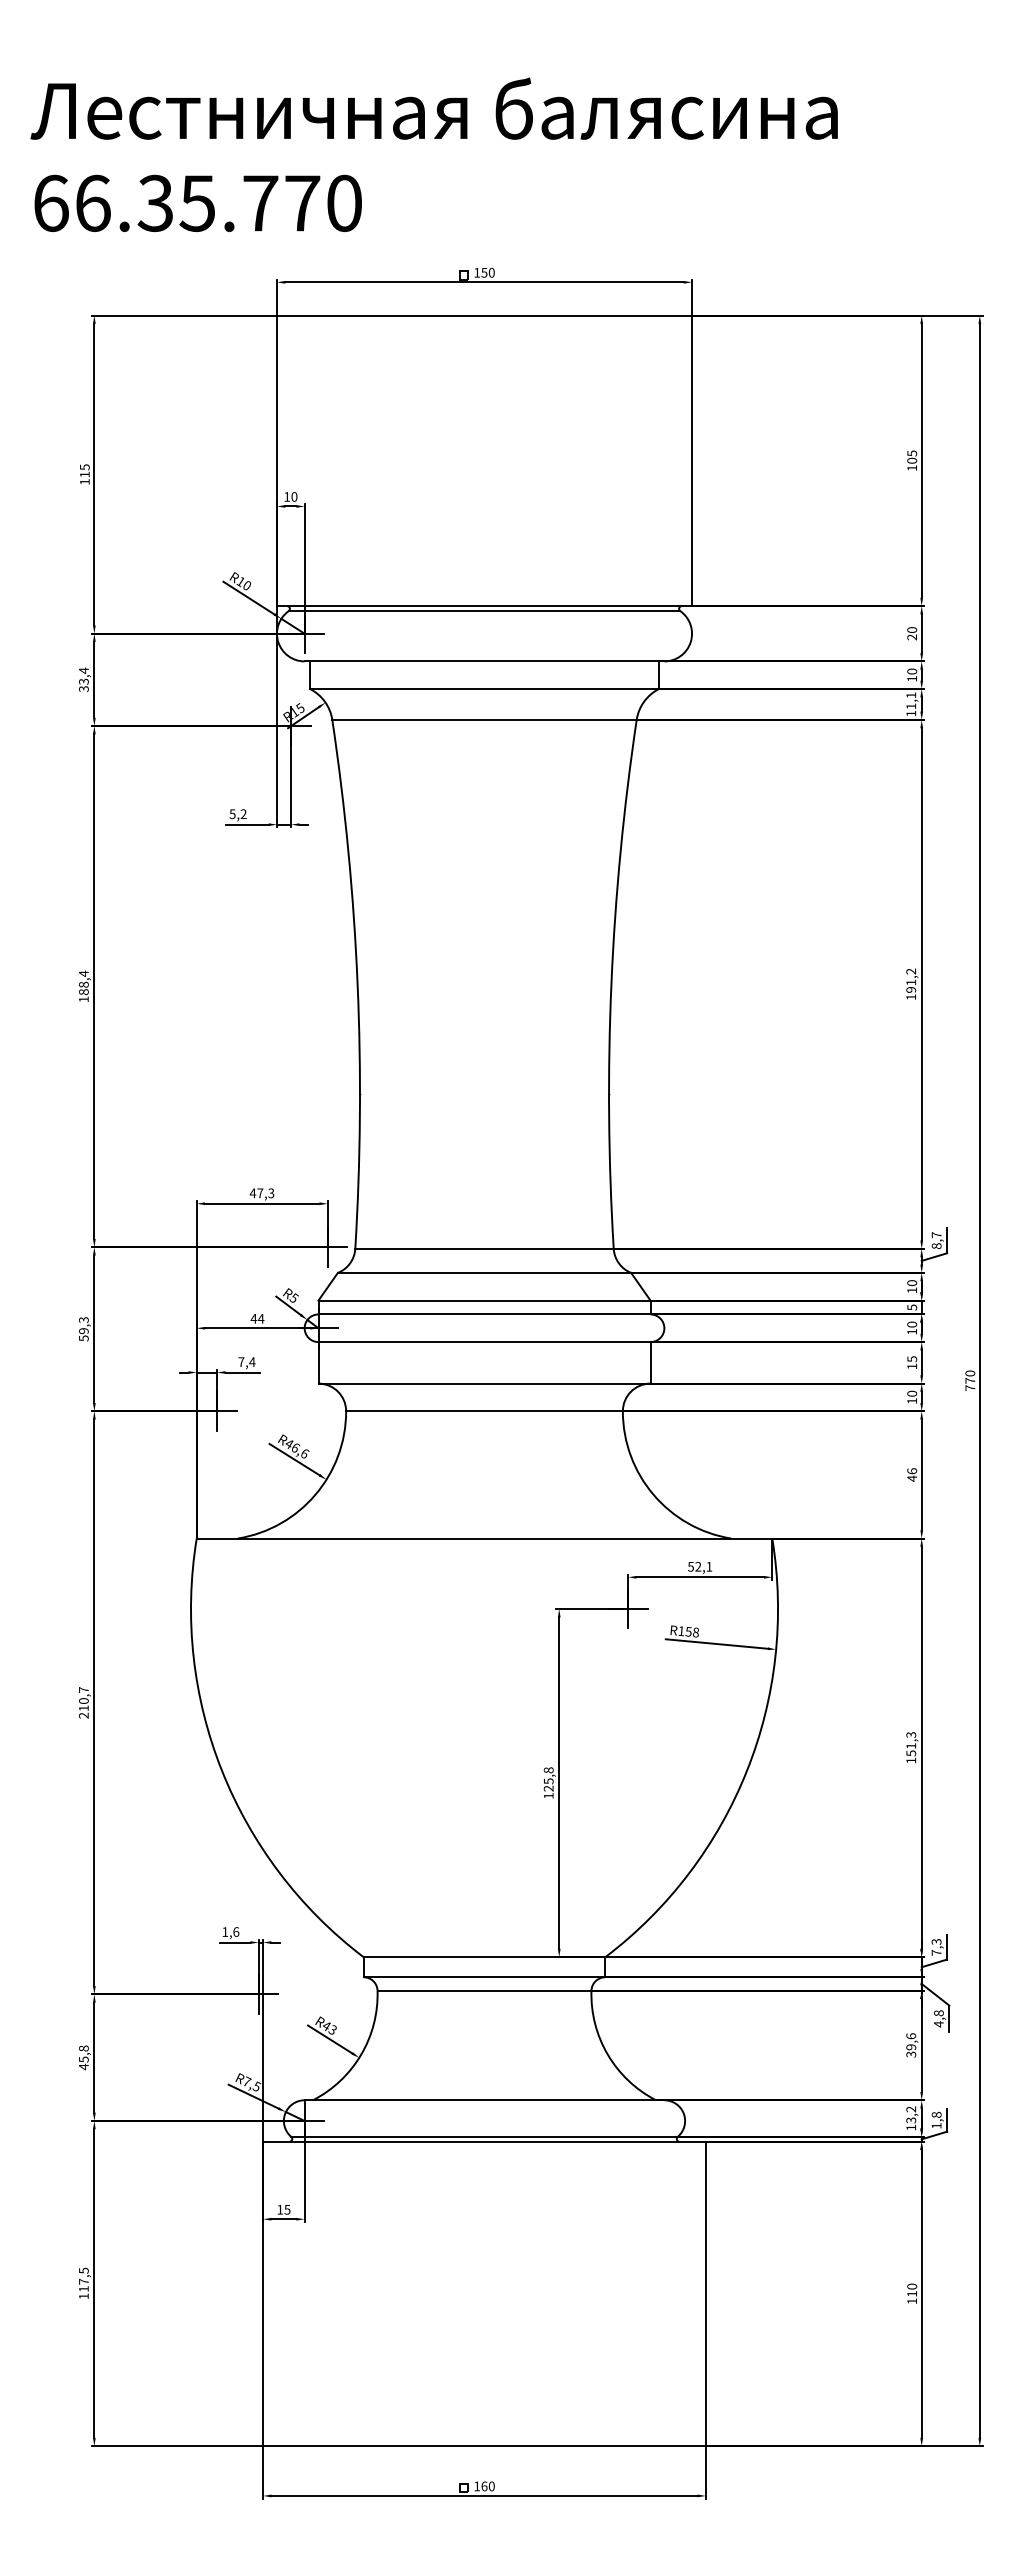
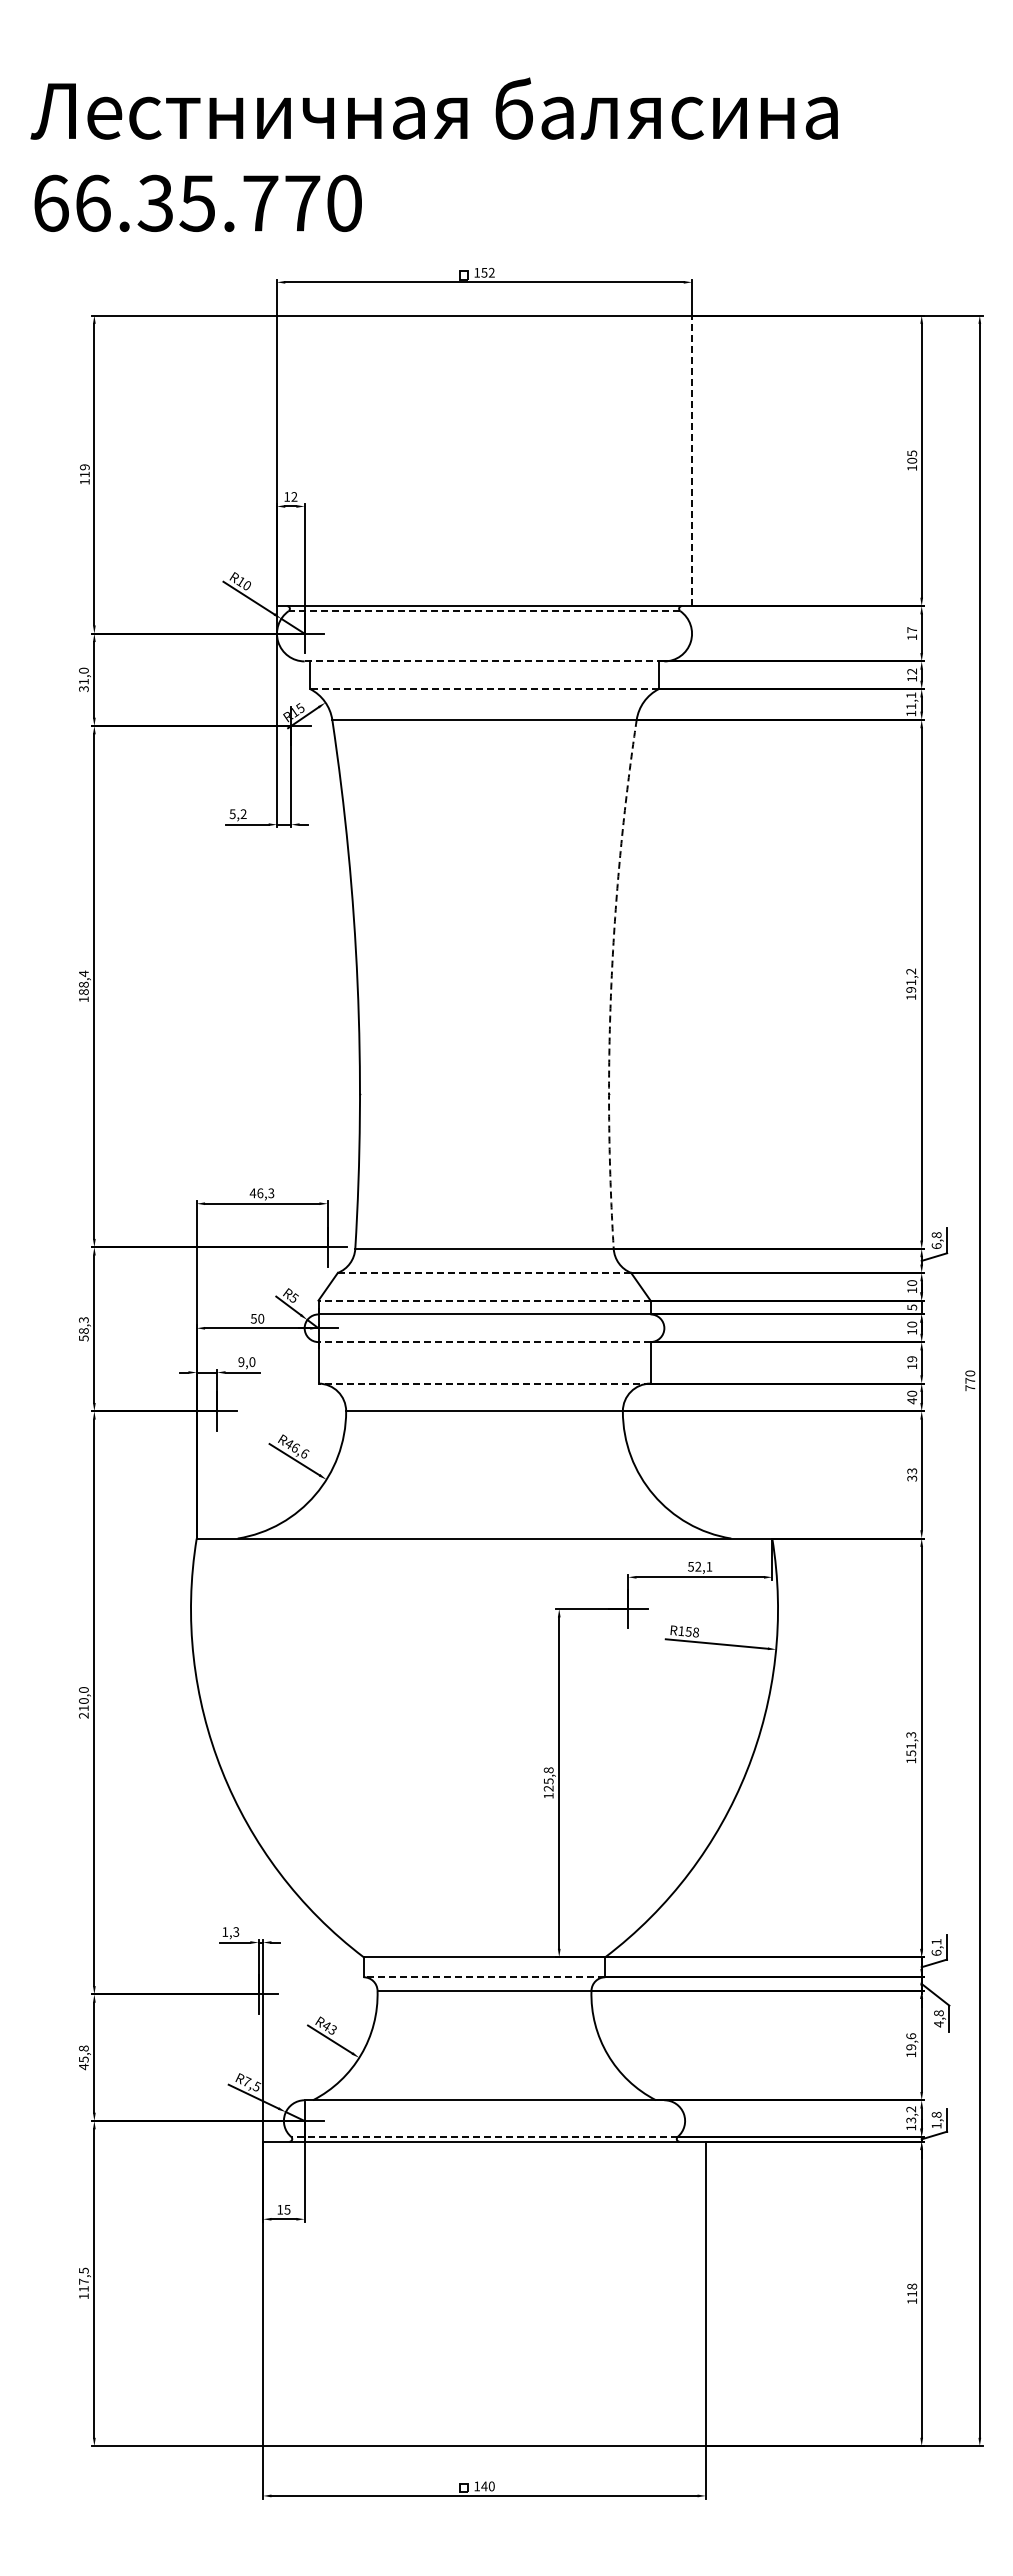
text at (491, 272): 150 -> 152
line at (692, 460): solid -> dashed
text at (84, 467): 115 -> 119
text at (294, 496): 10 -> 12
line at (484, 611): solid -> dashed
text at (912, 633): 20 -> 17
line at (484, 661): solid -> dashed
text at (912, 671): 10 -> 12
text at (83, 675): 33,4 -> 31,0
line at (484, 689): solid -> dashed
arc at (611, 983): solid -> dashed
text at (260, 1193): 47,3 -> 46,3
text at (936, 1240): 8,7 -> 6,8
line at (484, 1272): solid -> dashed
line at (484, 1300): solid -> dashed
text at (257, 1318): 44 -> 50
text at (83, 1331): 59,3 -> 58,3
line at (484, 1342): solid -> dashed
text at (911, 1359): 15 -> 19
text at (246, 1362): 7,4 -> 9,0
line at (484, 1383): solid -> dashed
text at (911, 1401): 10 -> 40
text at (912, 1474): 46 -> 33
text at (83, 1689): 210,7 -> 210,0
text at (236, 1931): 1,6 -> 1,3
text at (936, 1947): 7,3 -> 6,1
line at (484, 1977): solid -> dashed
text at (911, 2054): 39,6 -> 19,6
line at (484, 2136): solid -> dashed
text at (912, 2286): 110 -> 118
text at (484, 2486): 160 -> 140
